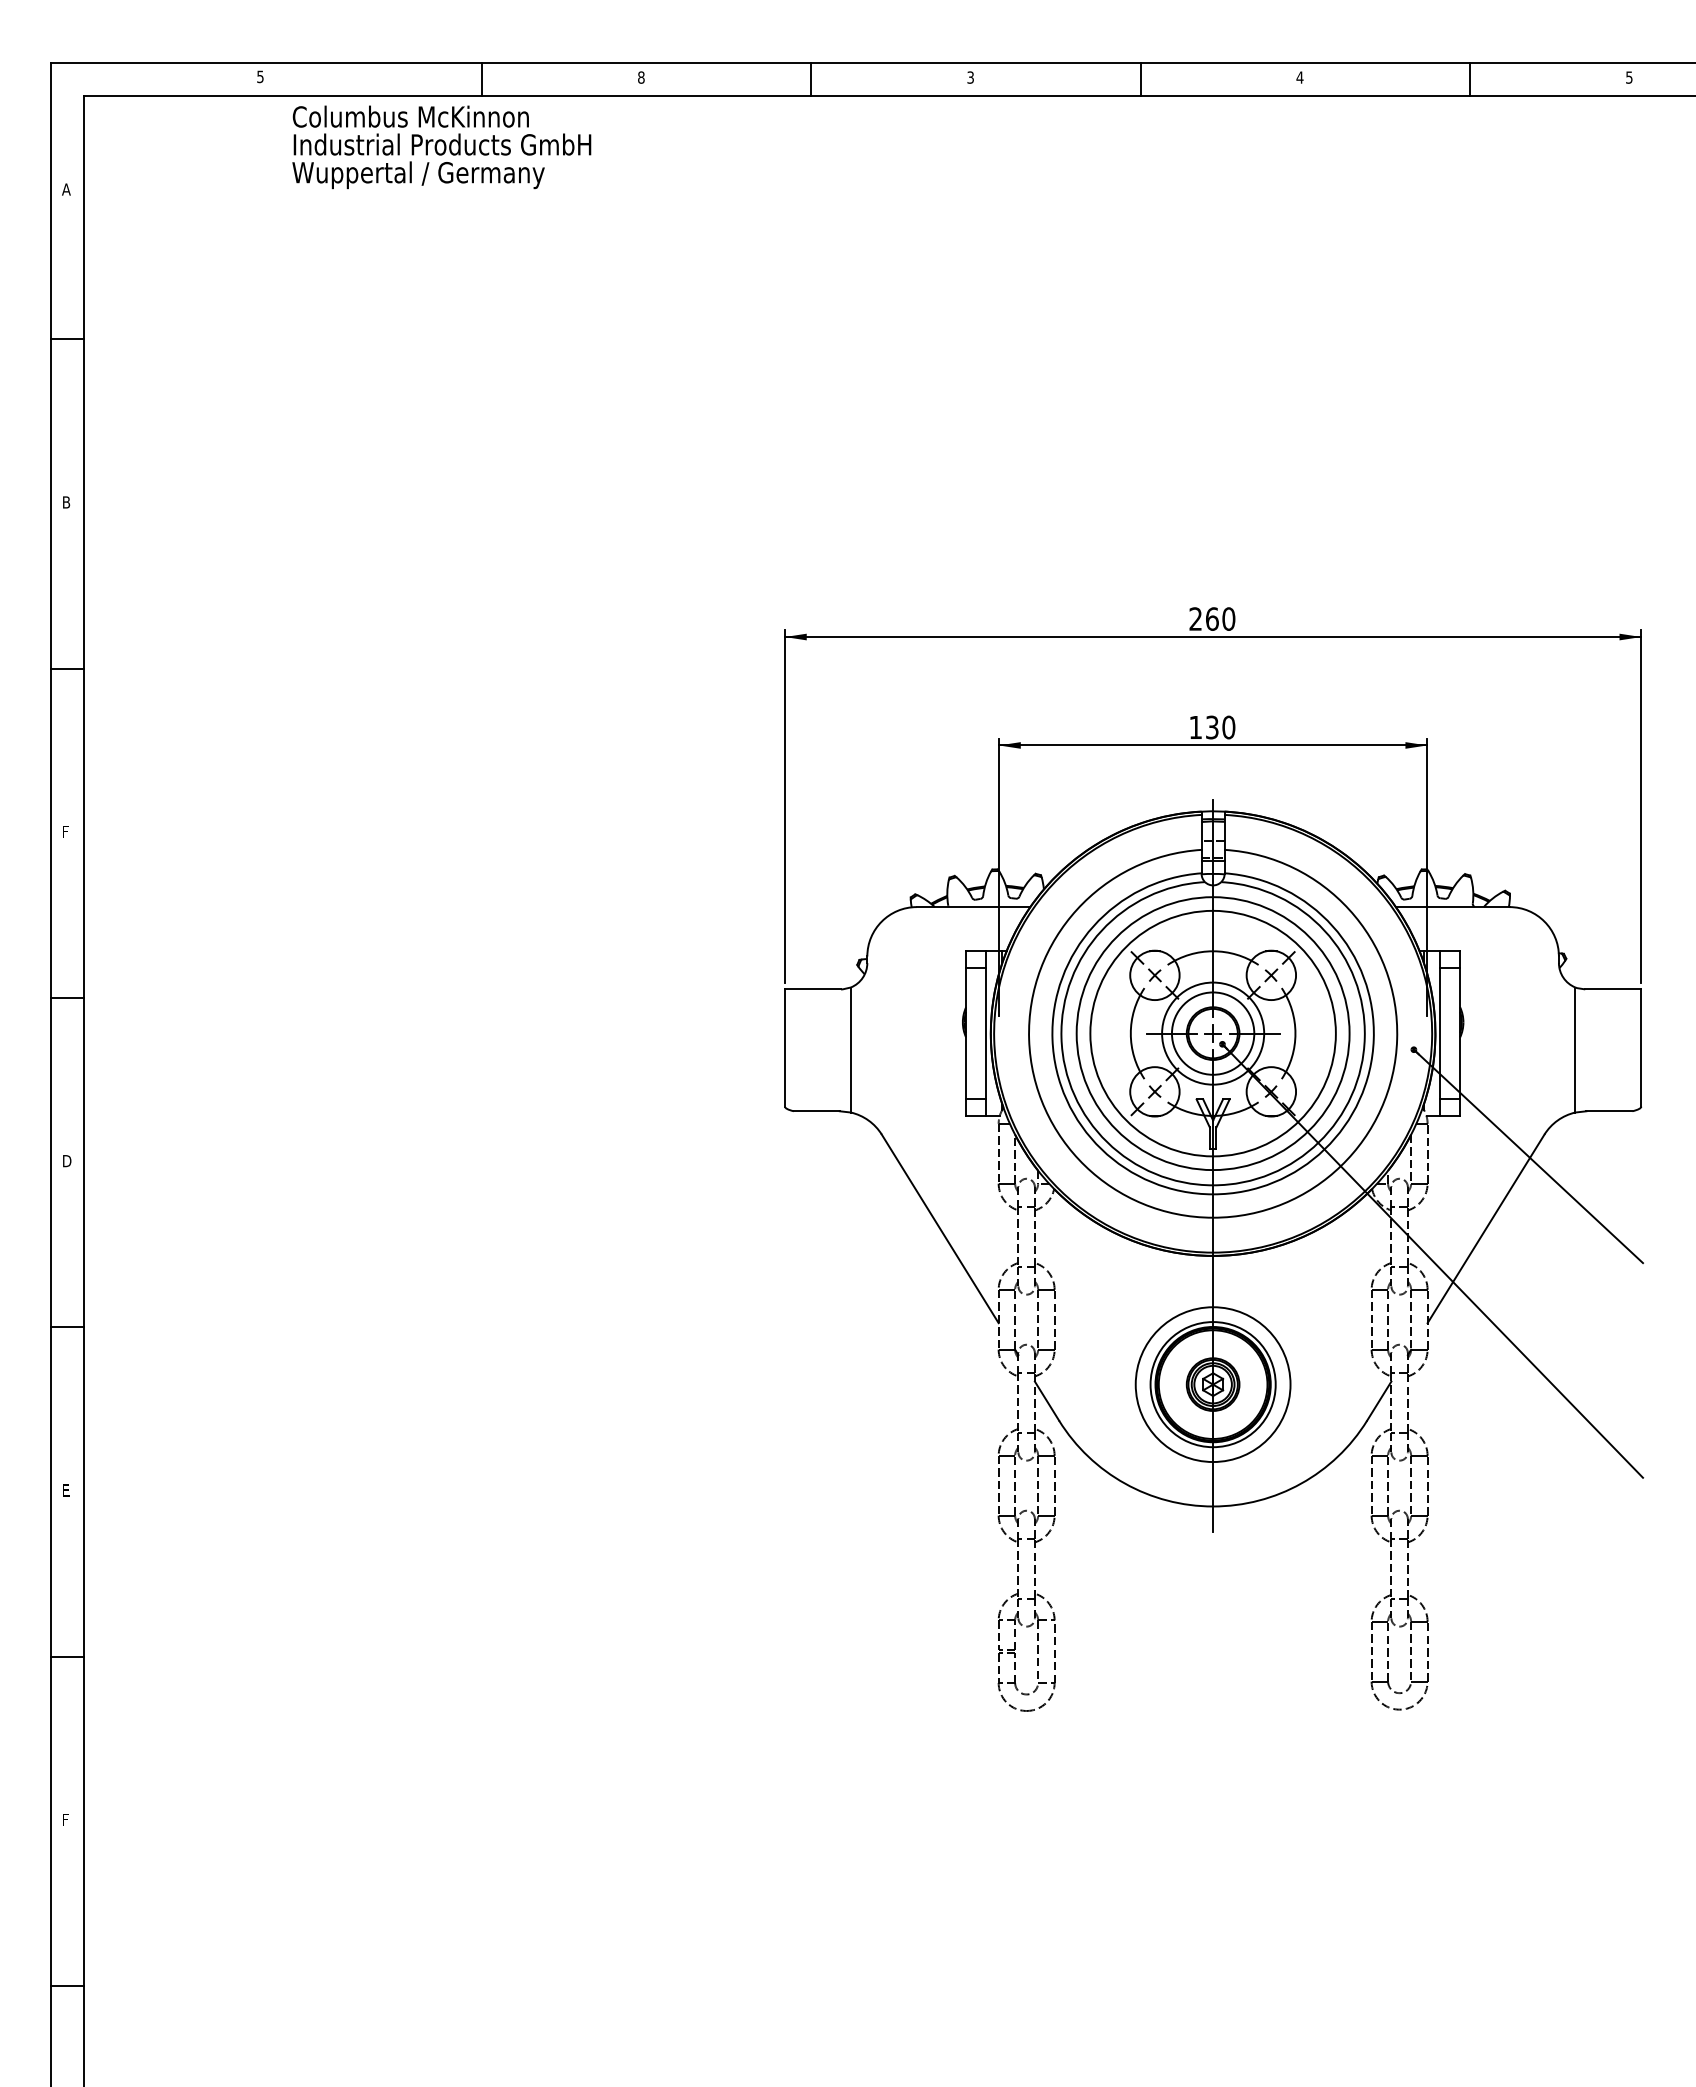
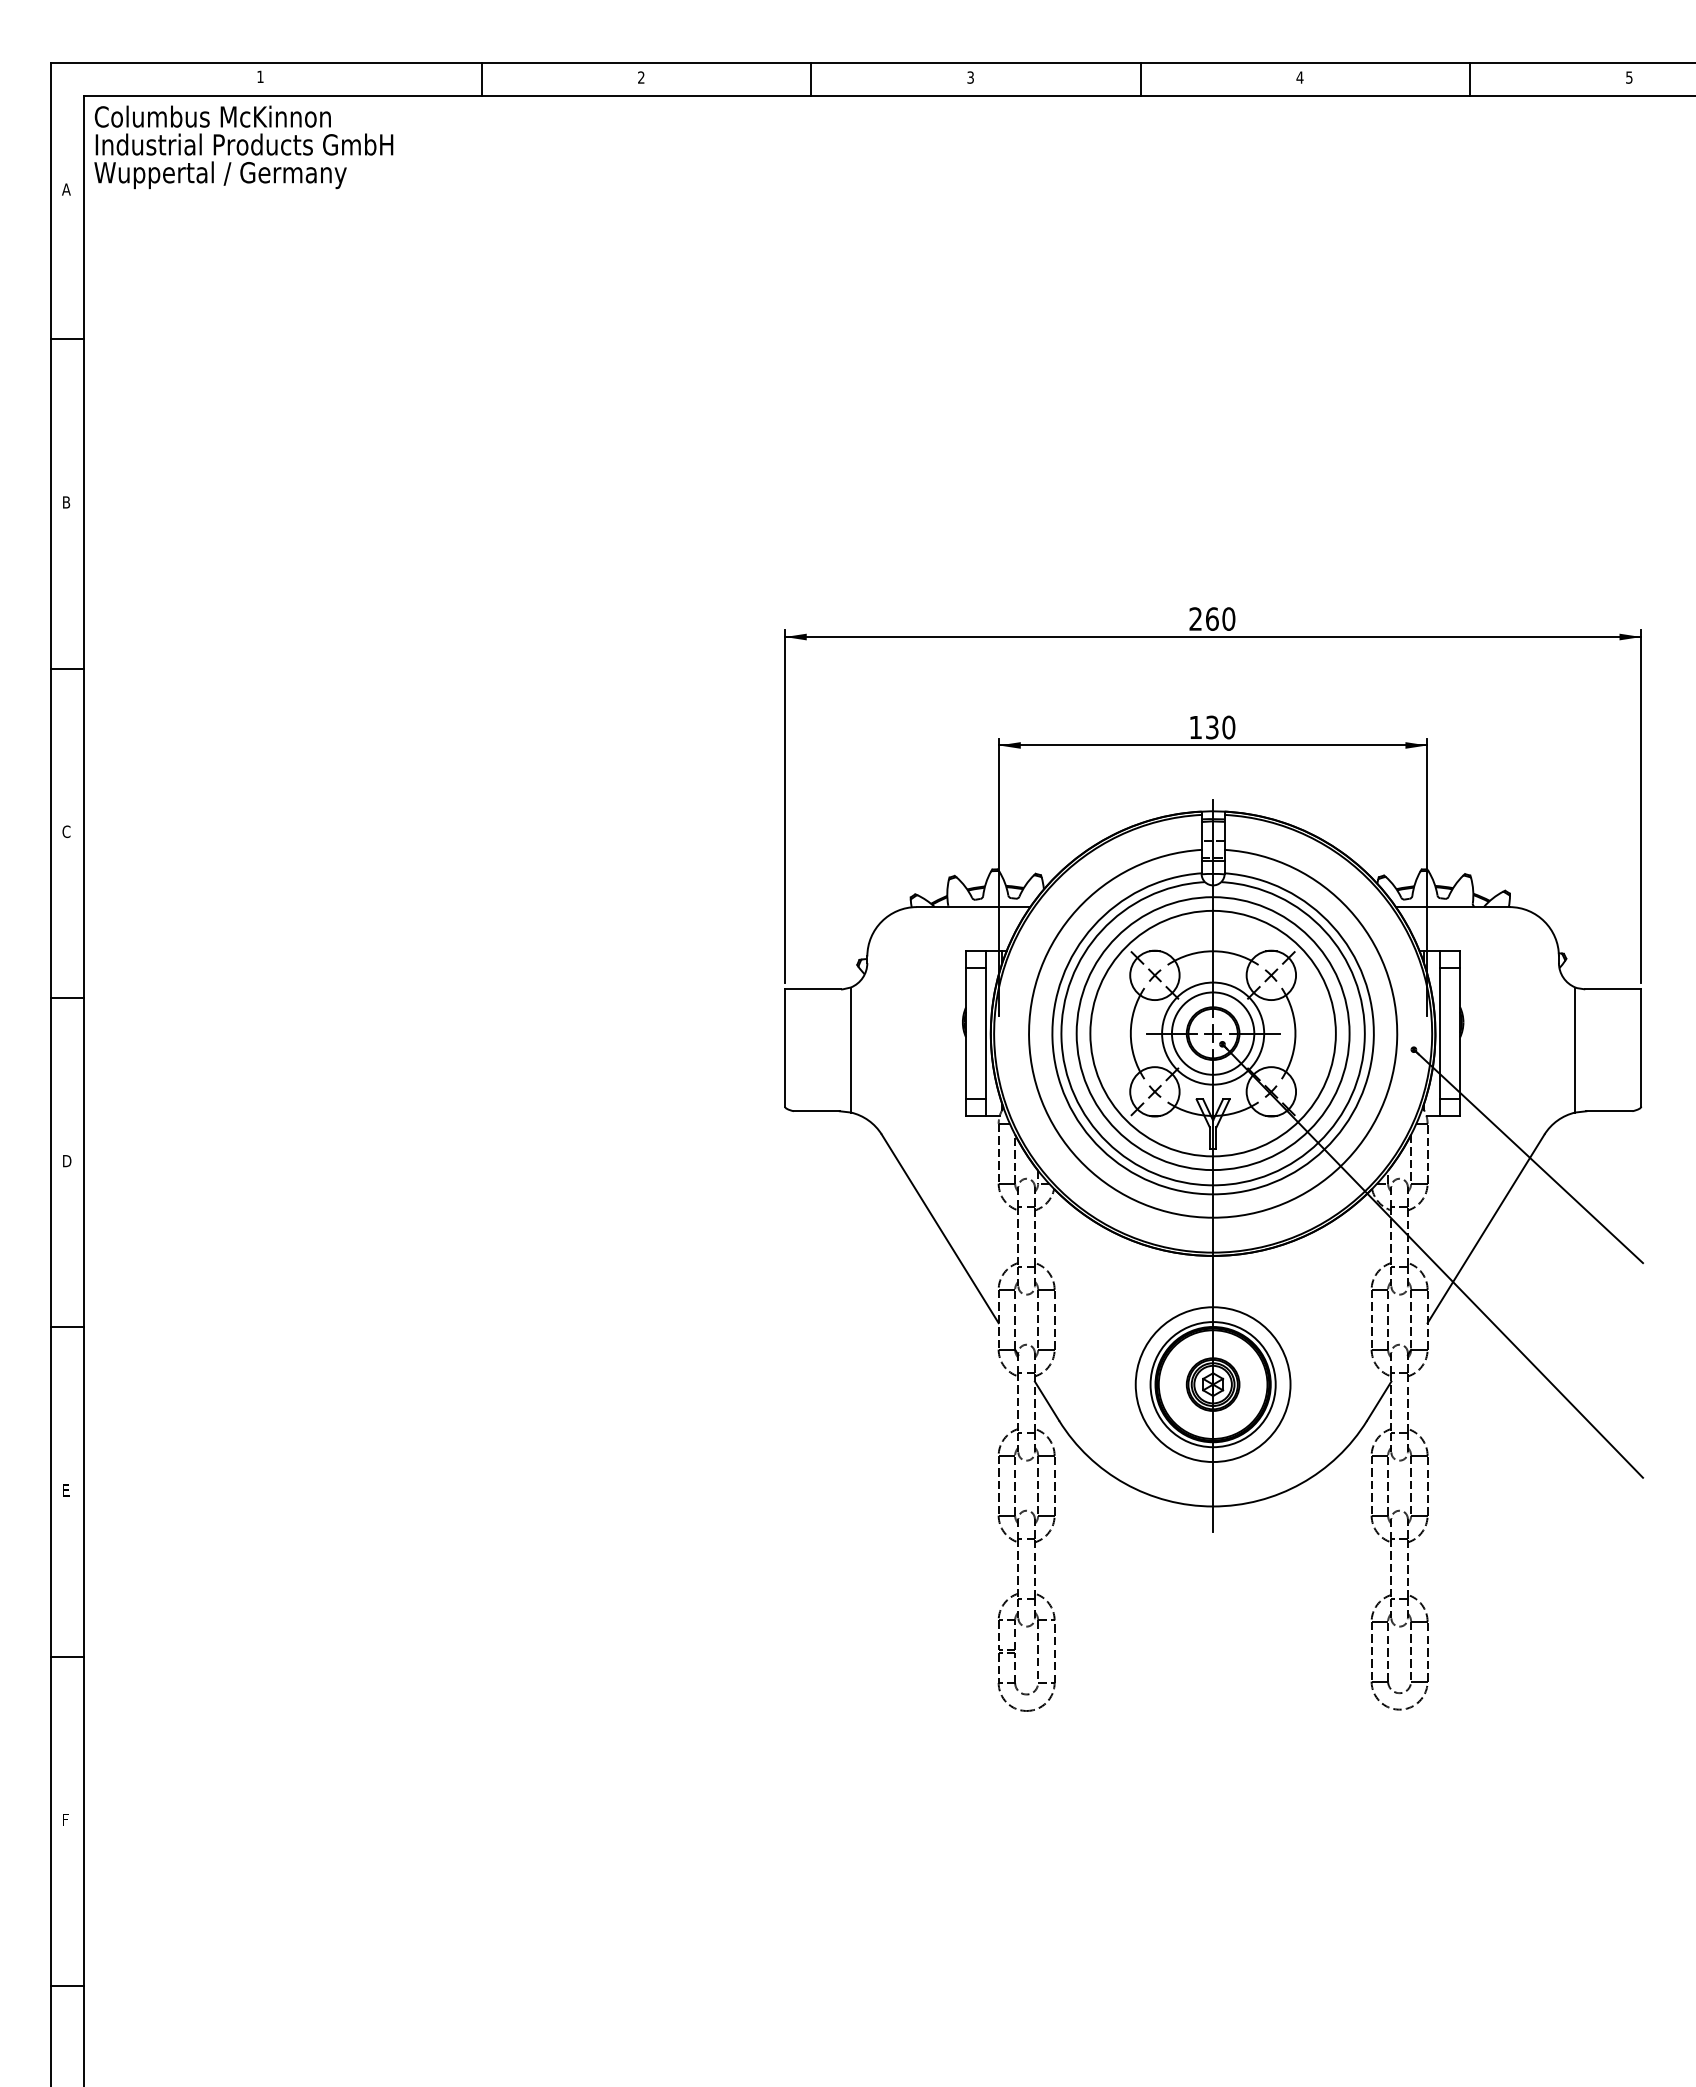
text at (260, 76): 5 -> 1
text at (641, 77): 8 -> 2
text at (441, 147) position: (441, 147) -> (243, 147)
text at (66, 831): F -> C
